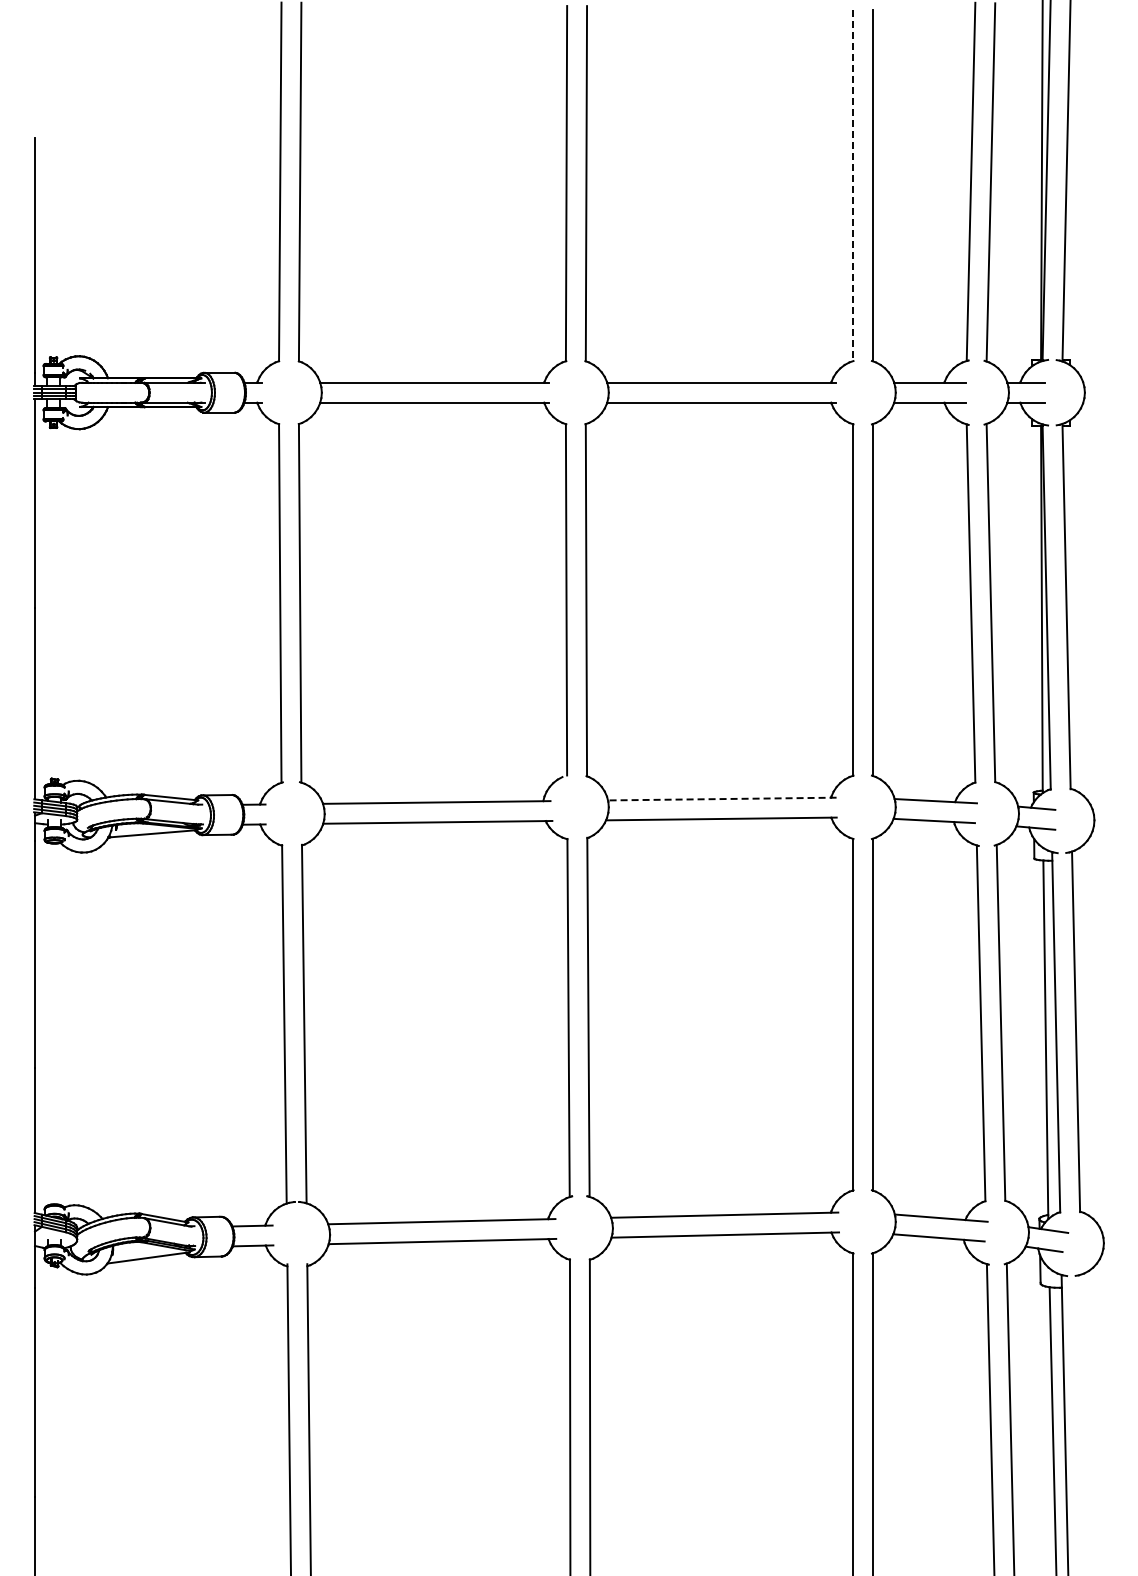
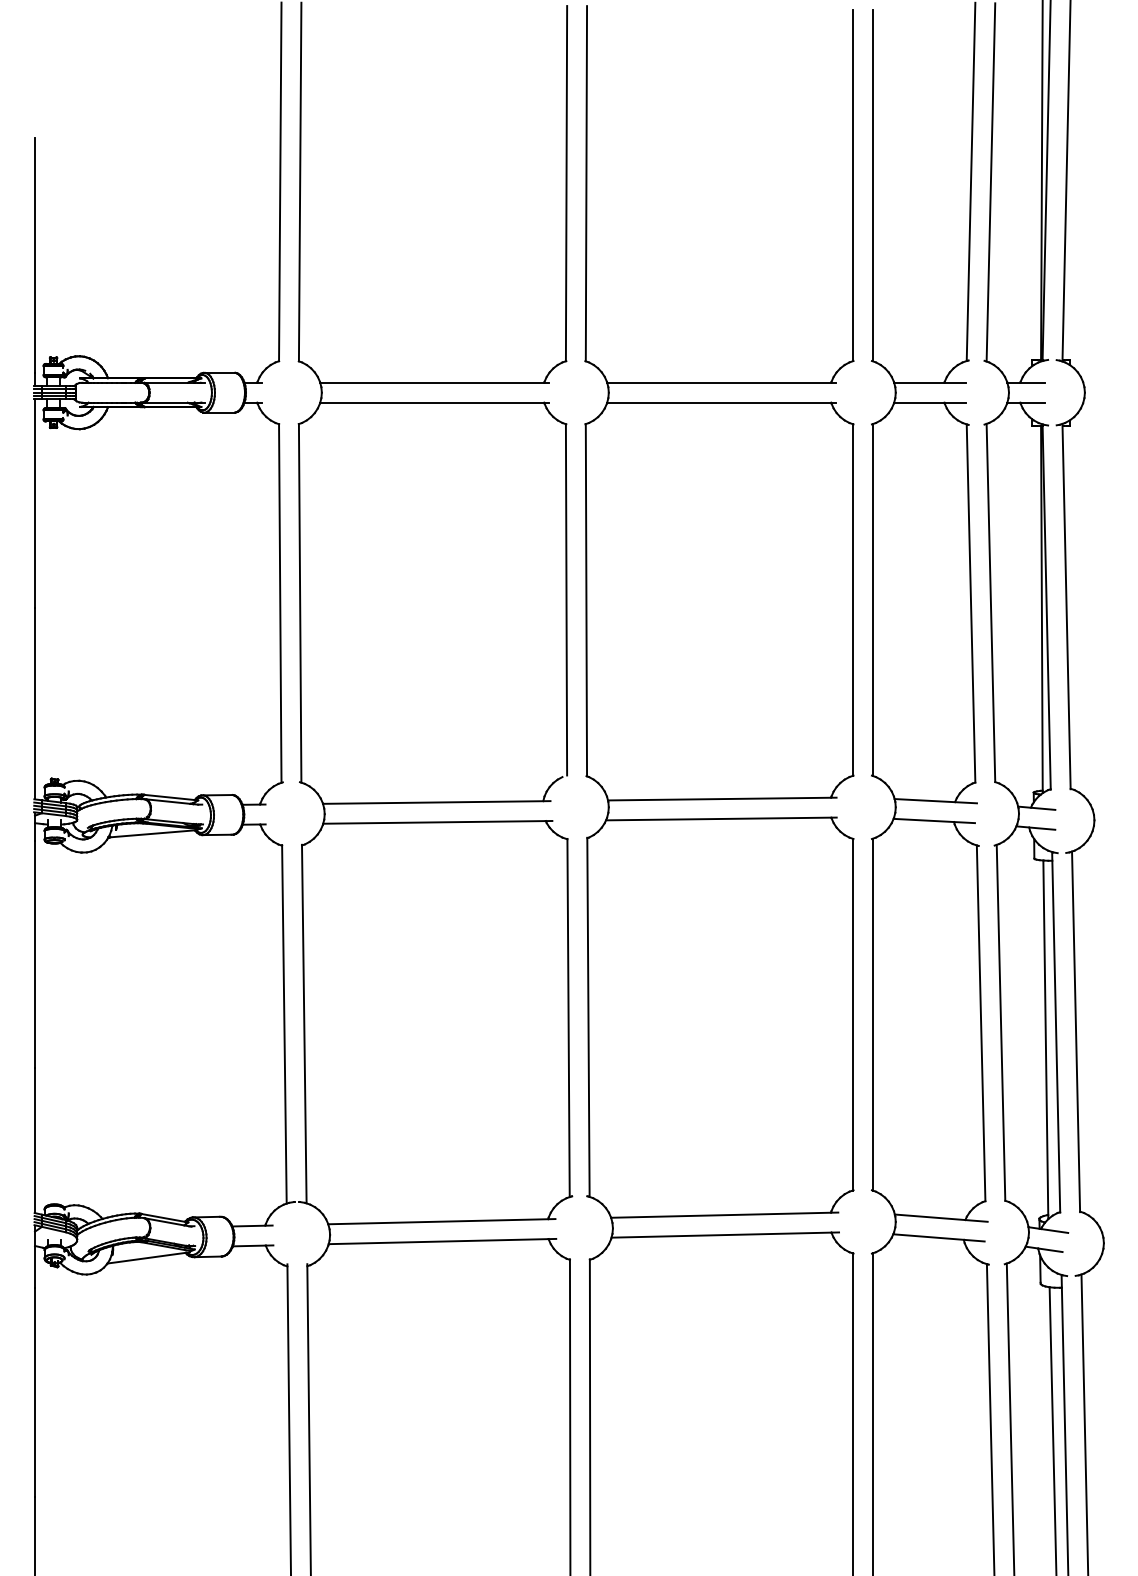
line at (852, 185): dashed -> solid
line at (721, 799): dashed -> solid
line at (1084, 1423): none -> present
